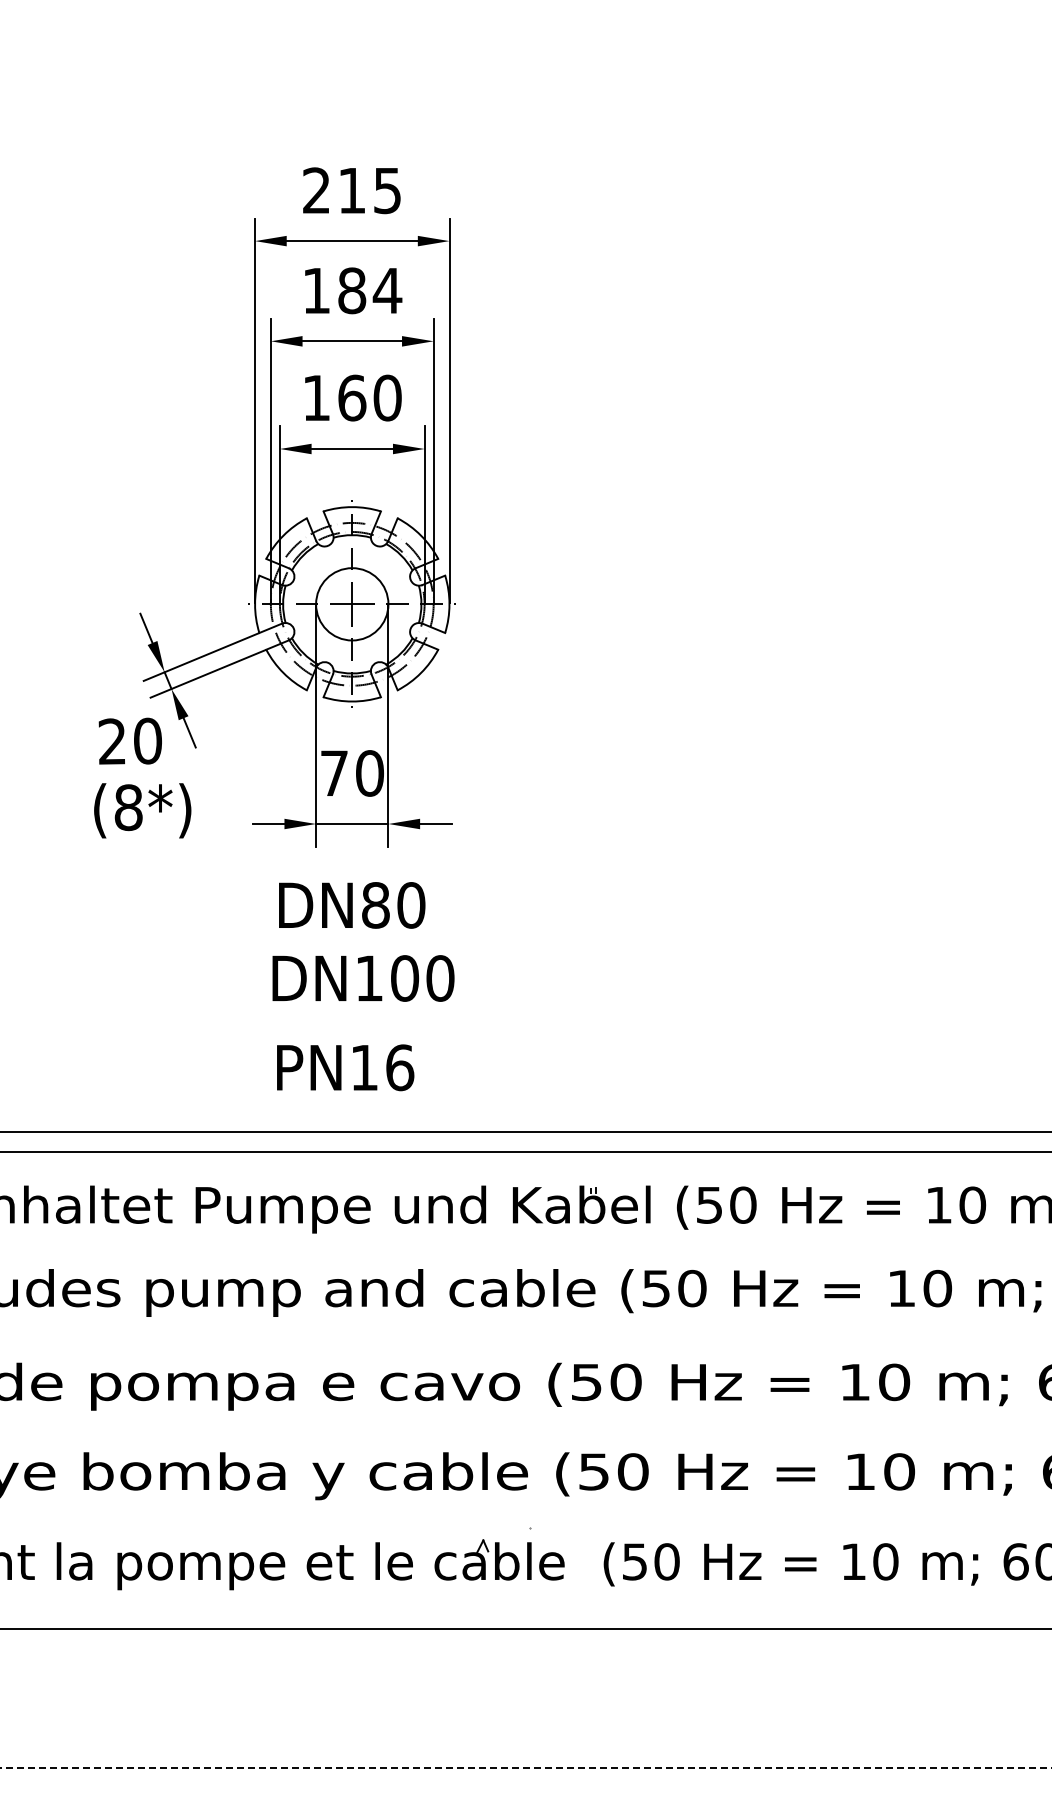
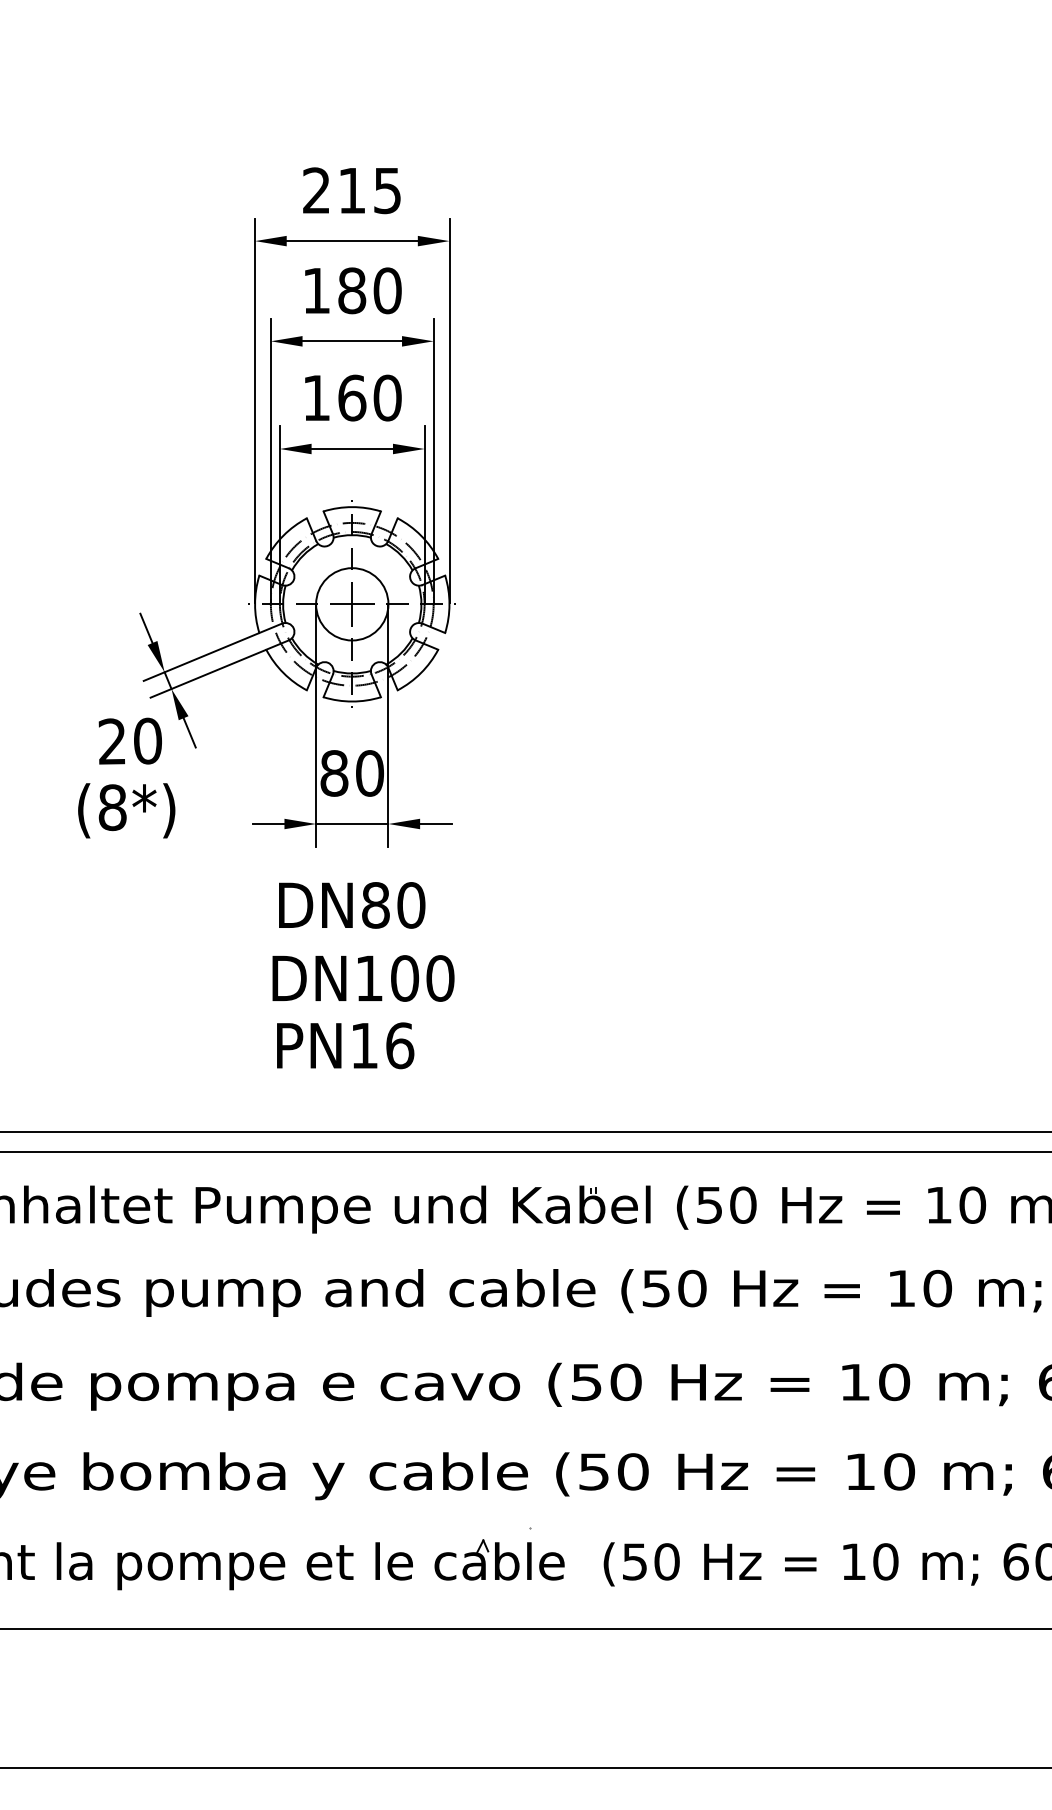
text at (387, 290): 184 -> 180
text at (334, 773): 70 -> 80
text at (142, 810) position: (142, 810) -> (126, 810)
text at (345, 1067) position: (345, 1067) -> (345, 1045)
line at (526, 1768): dashed -> solid
